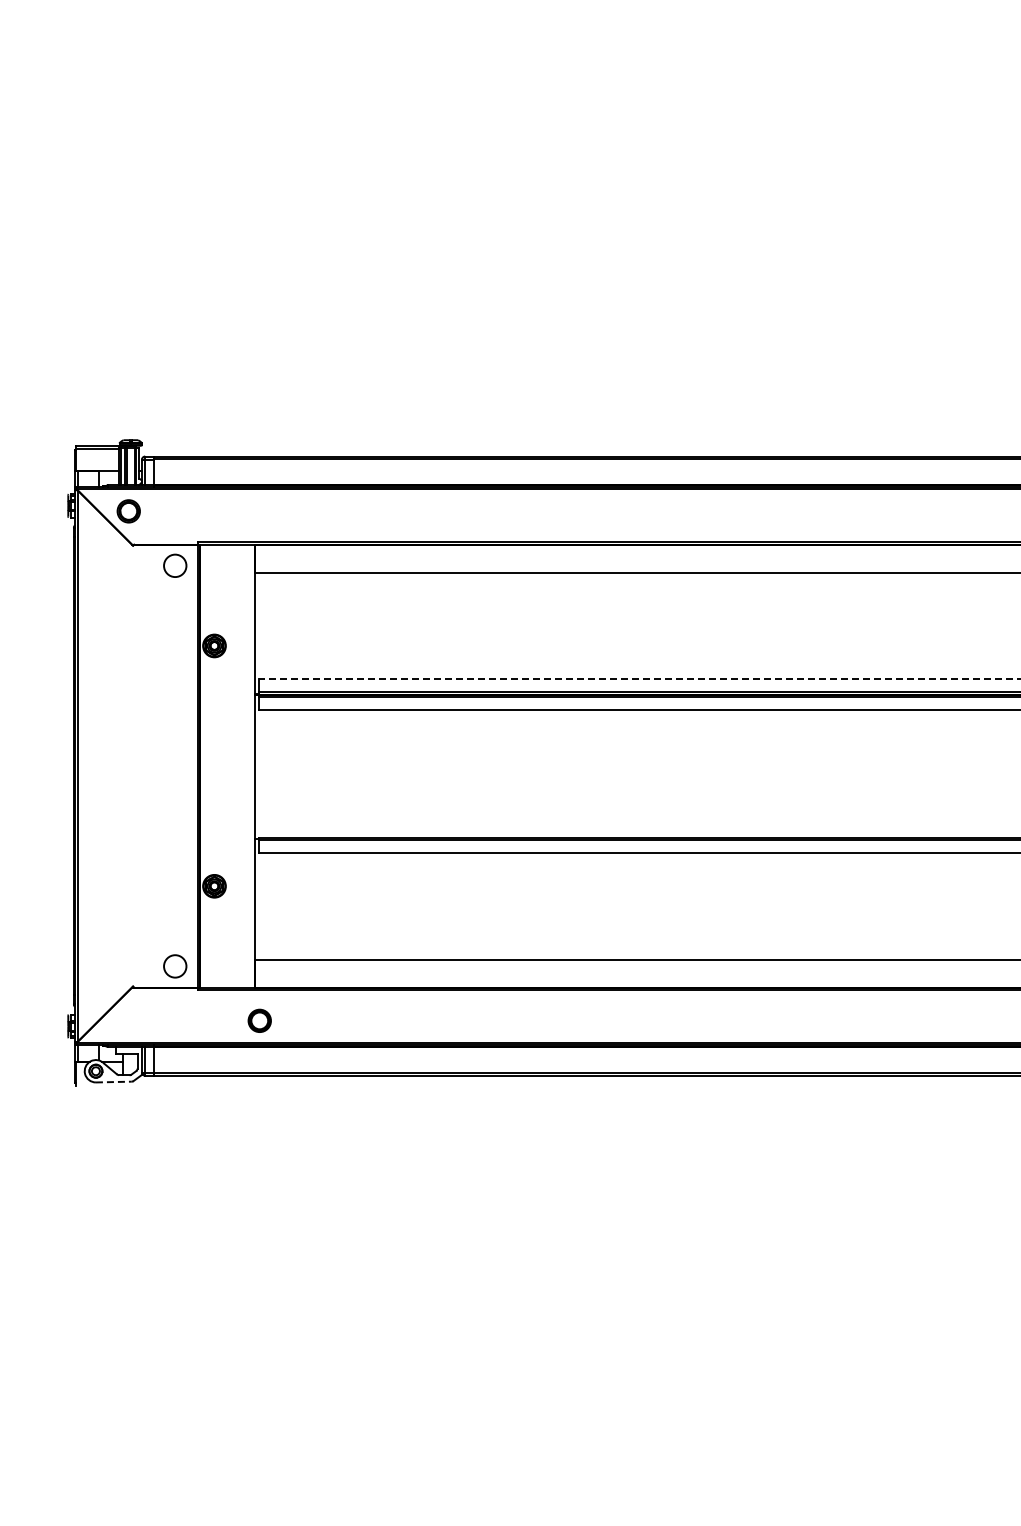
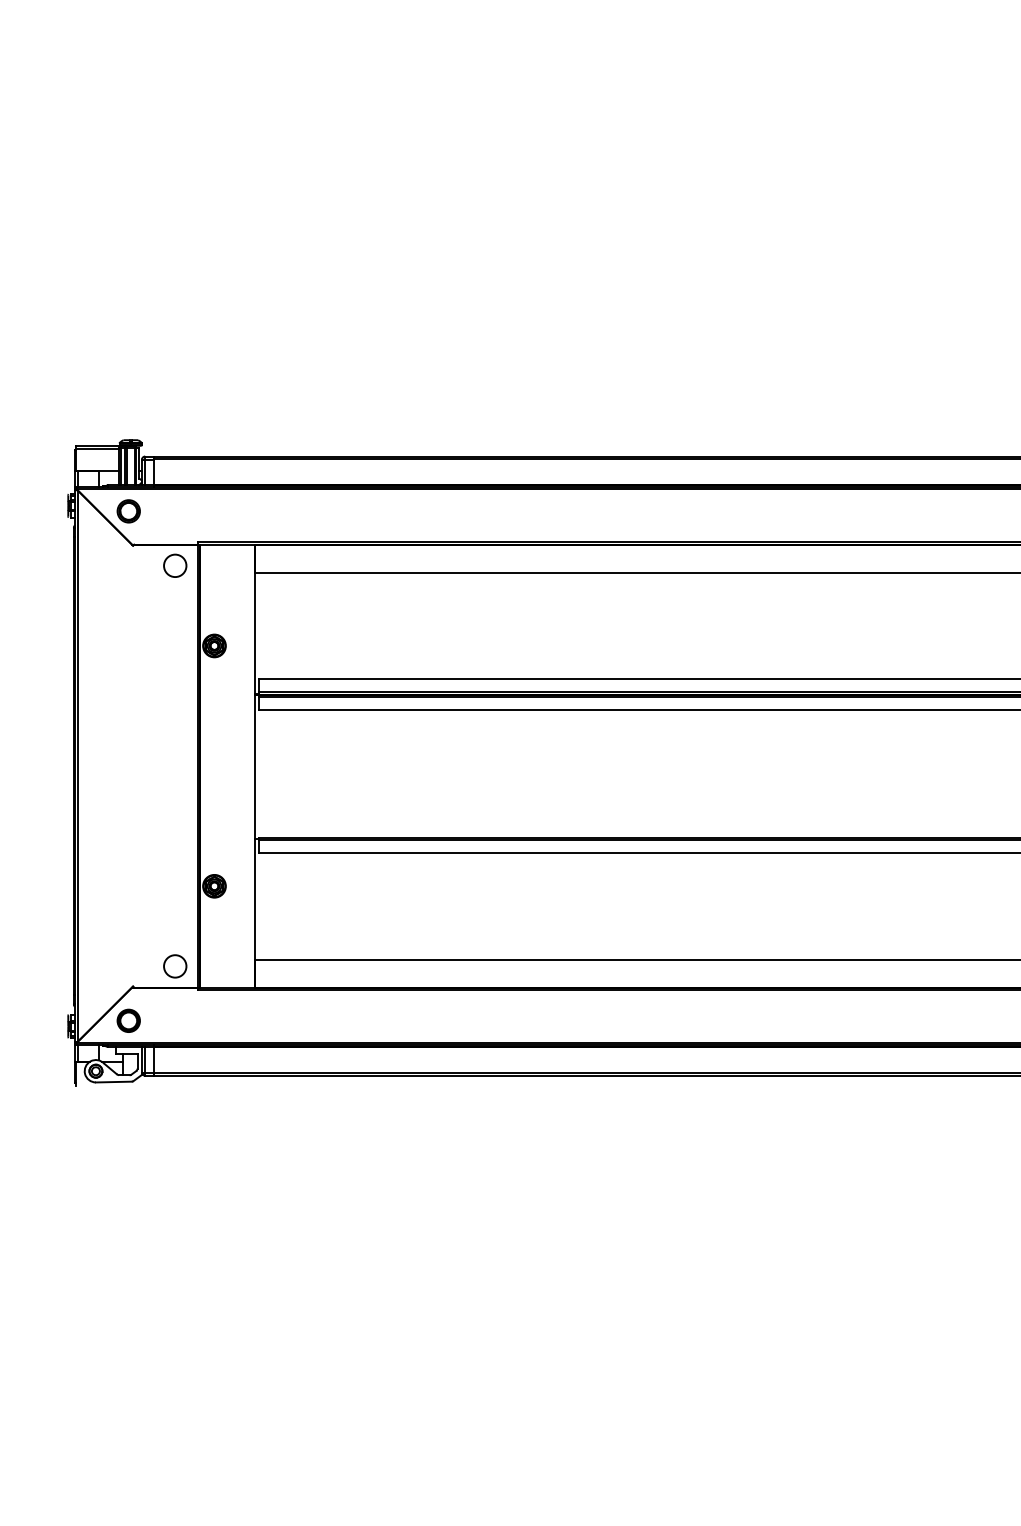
line at (639, 679): dashed -> solid
part at (259, 1020) position: (259, 1020) -> (128, 1020)
line at (113, 1082): dashed -> solid
